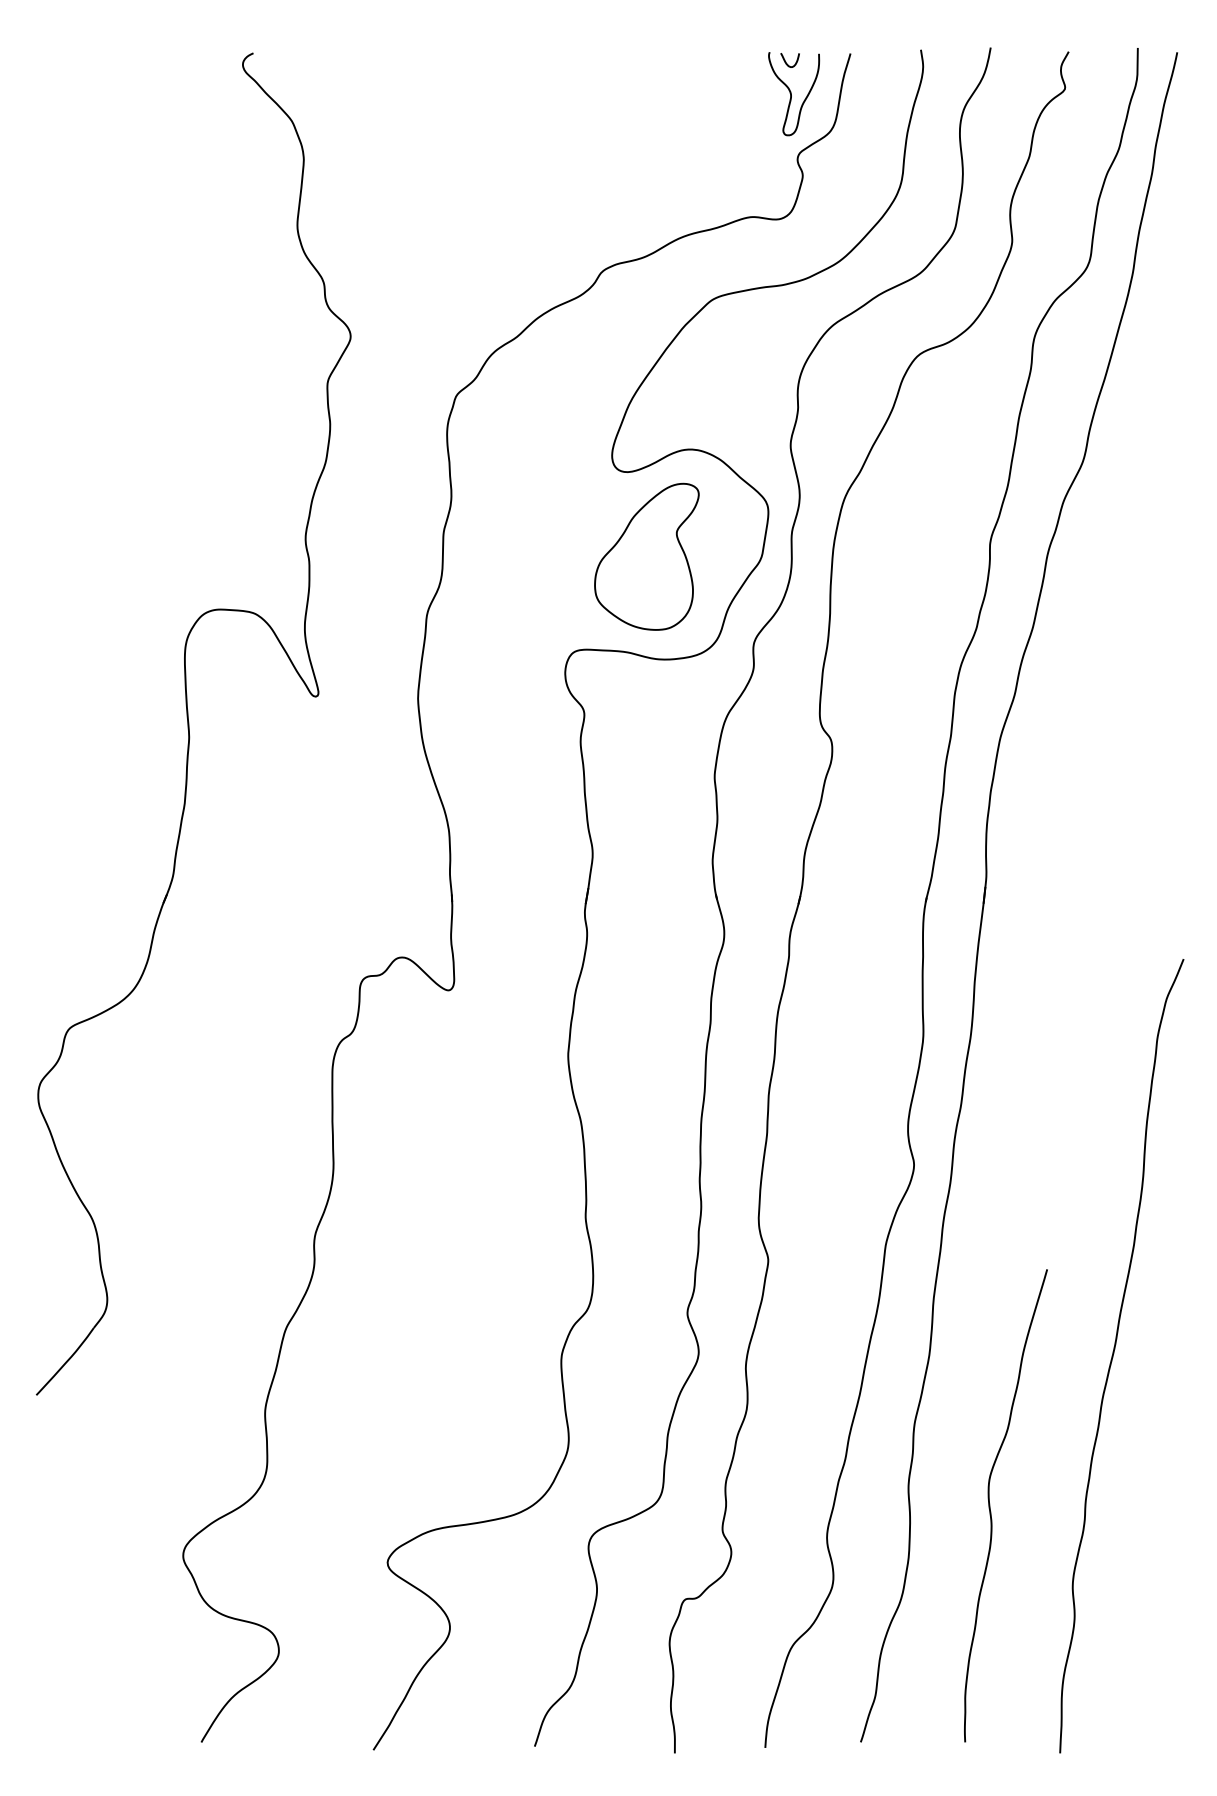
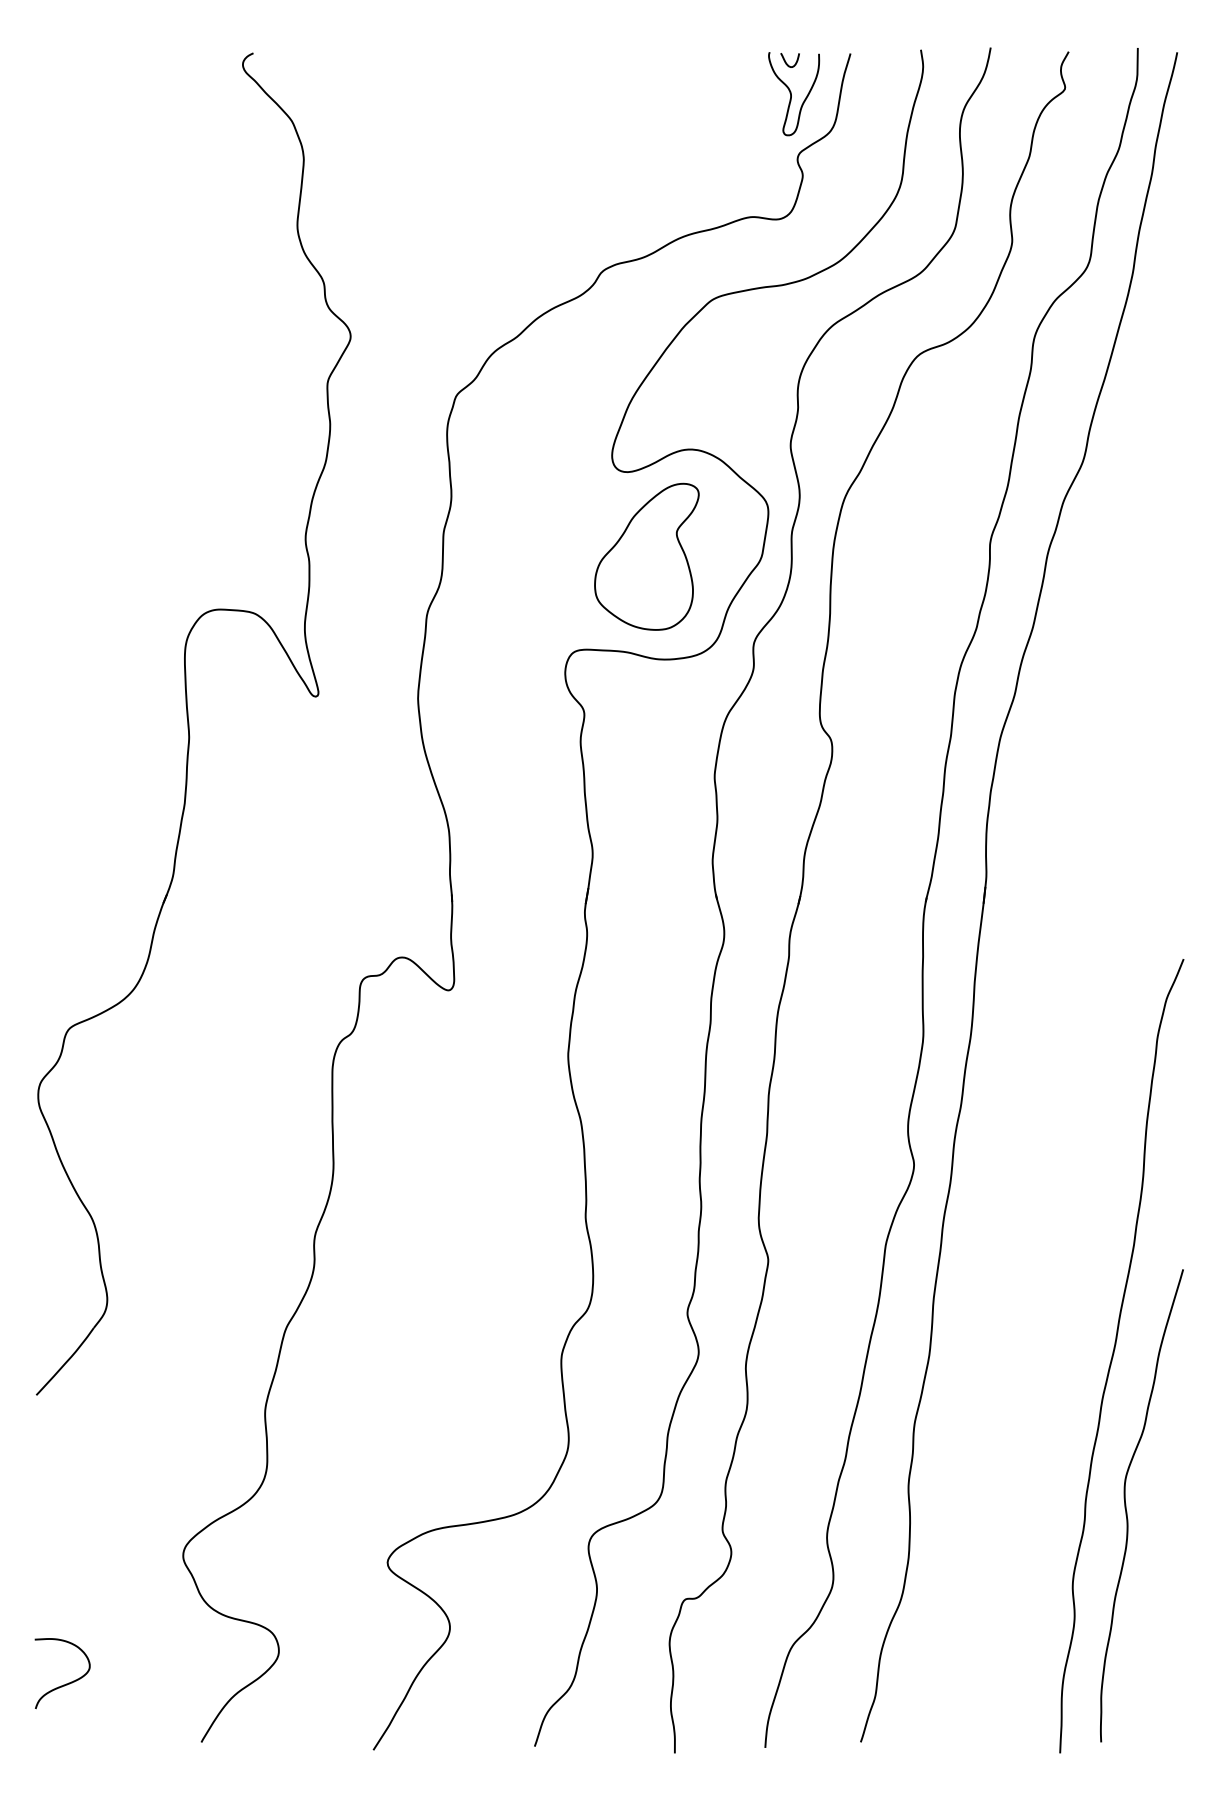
curve at (990, 1505) position: (990, 1505) -> (1126, 1505)
curve at (66, 1683): none -> present
